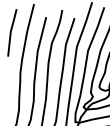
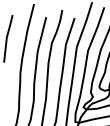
line at (11, 32) position: (11, 32) -> (7, 38)
